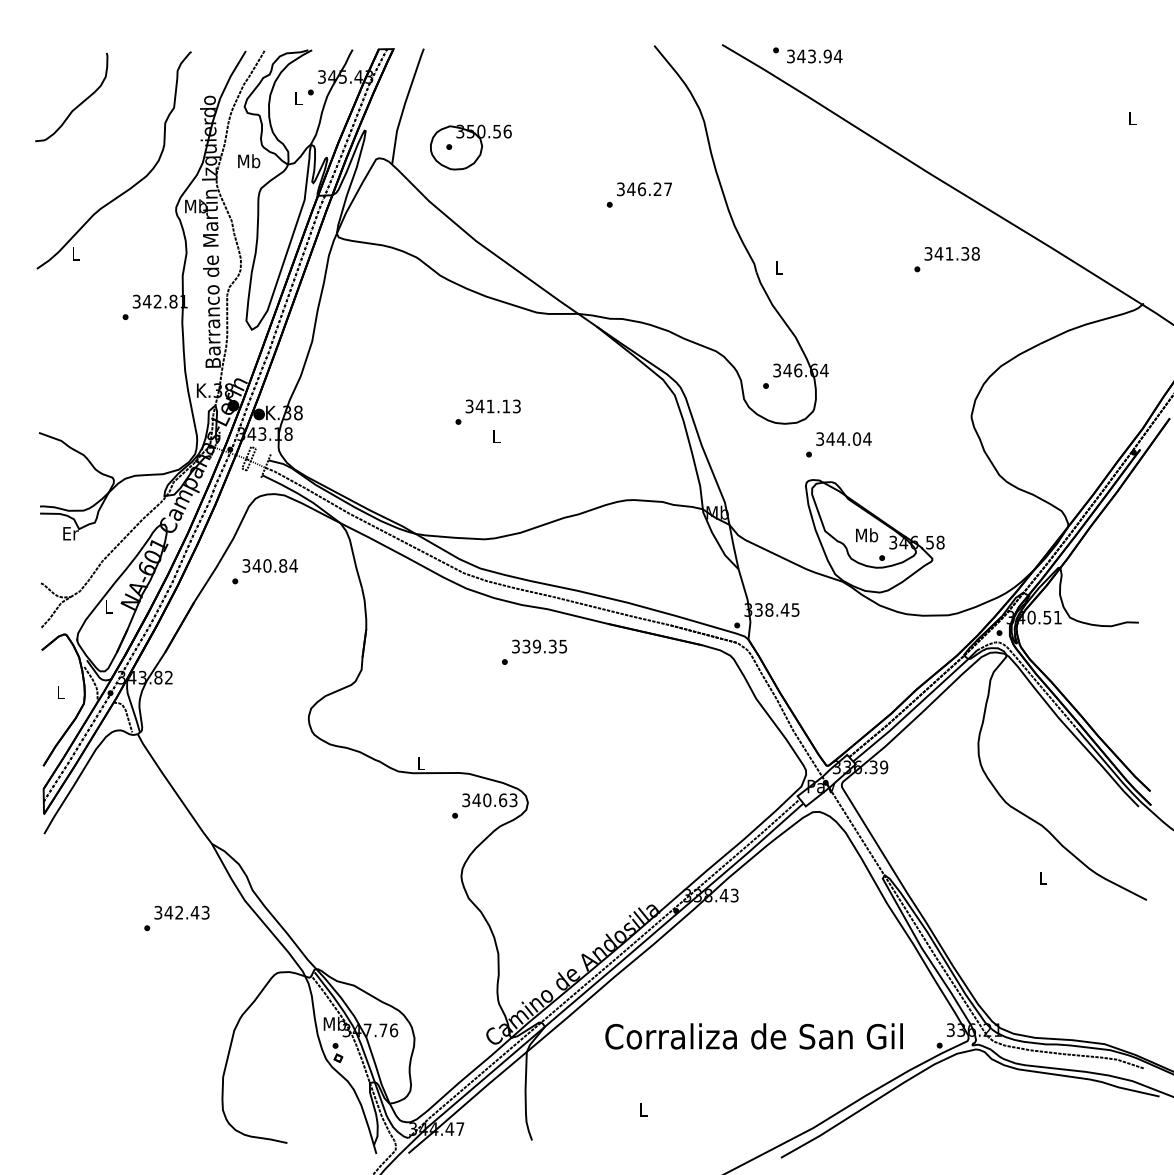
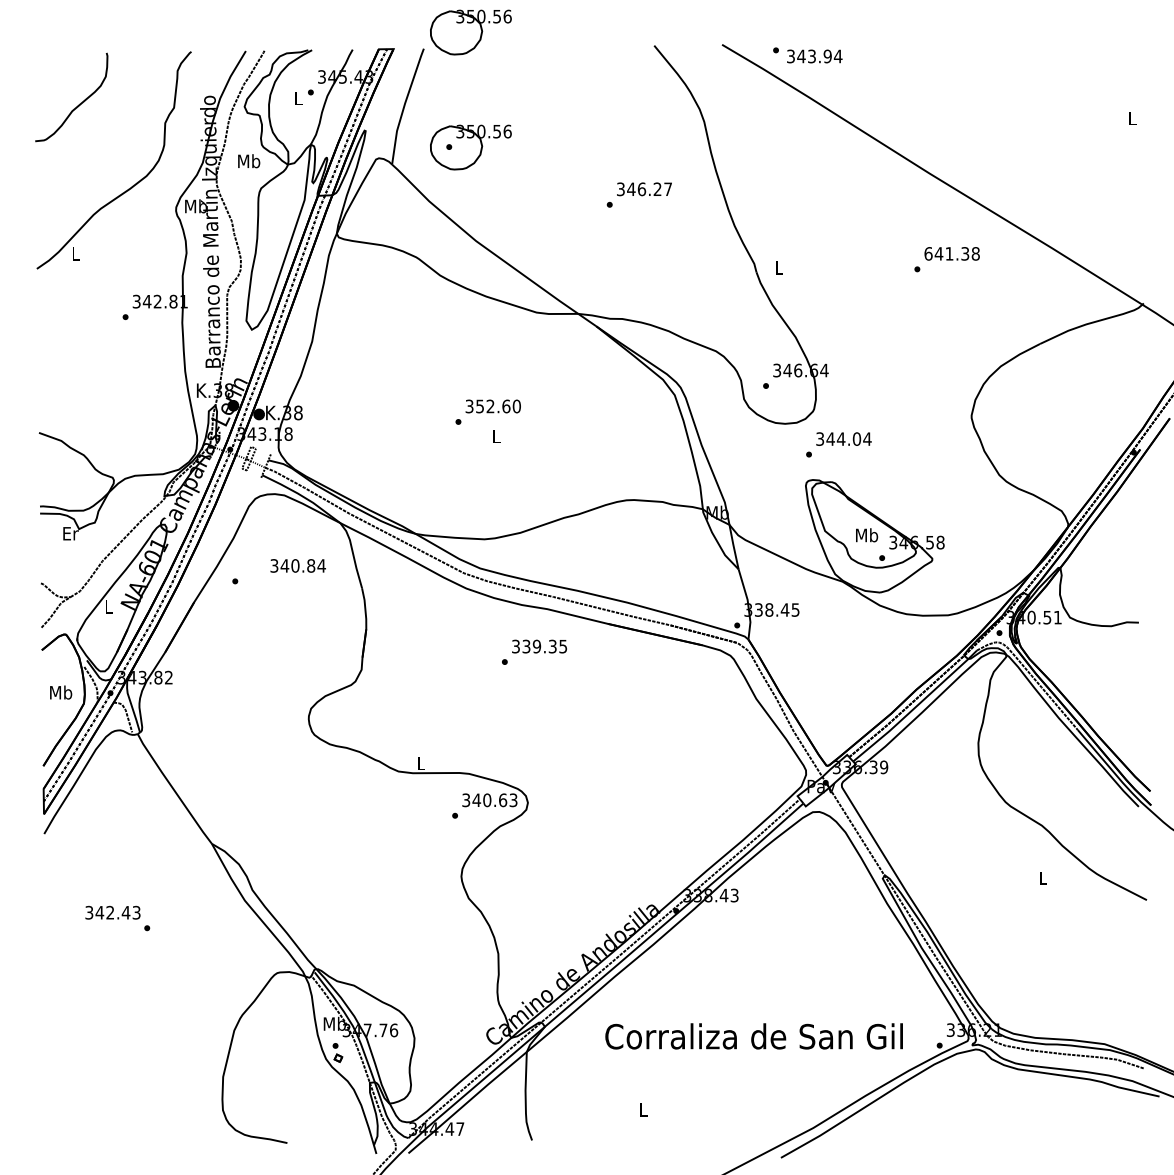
part at (470, 32): none -> present
text at (928, 253): 341.38 -> 641.38
text at (497, 406): 341.13 -> 352.60
text at (269, 565) position: (269, 565) -> (297, 565)
text at (61, 692): L -> Mb
text at (181, 912) position: (181, 912) -> (112, 912)
